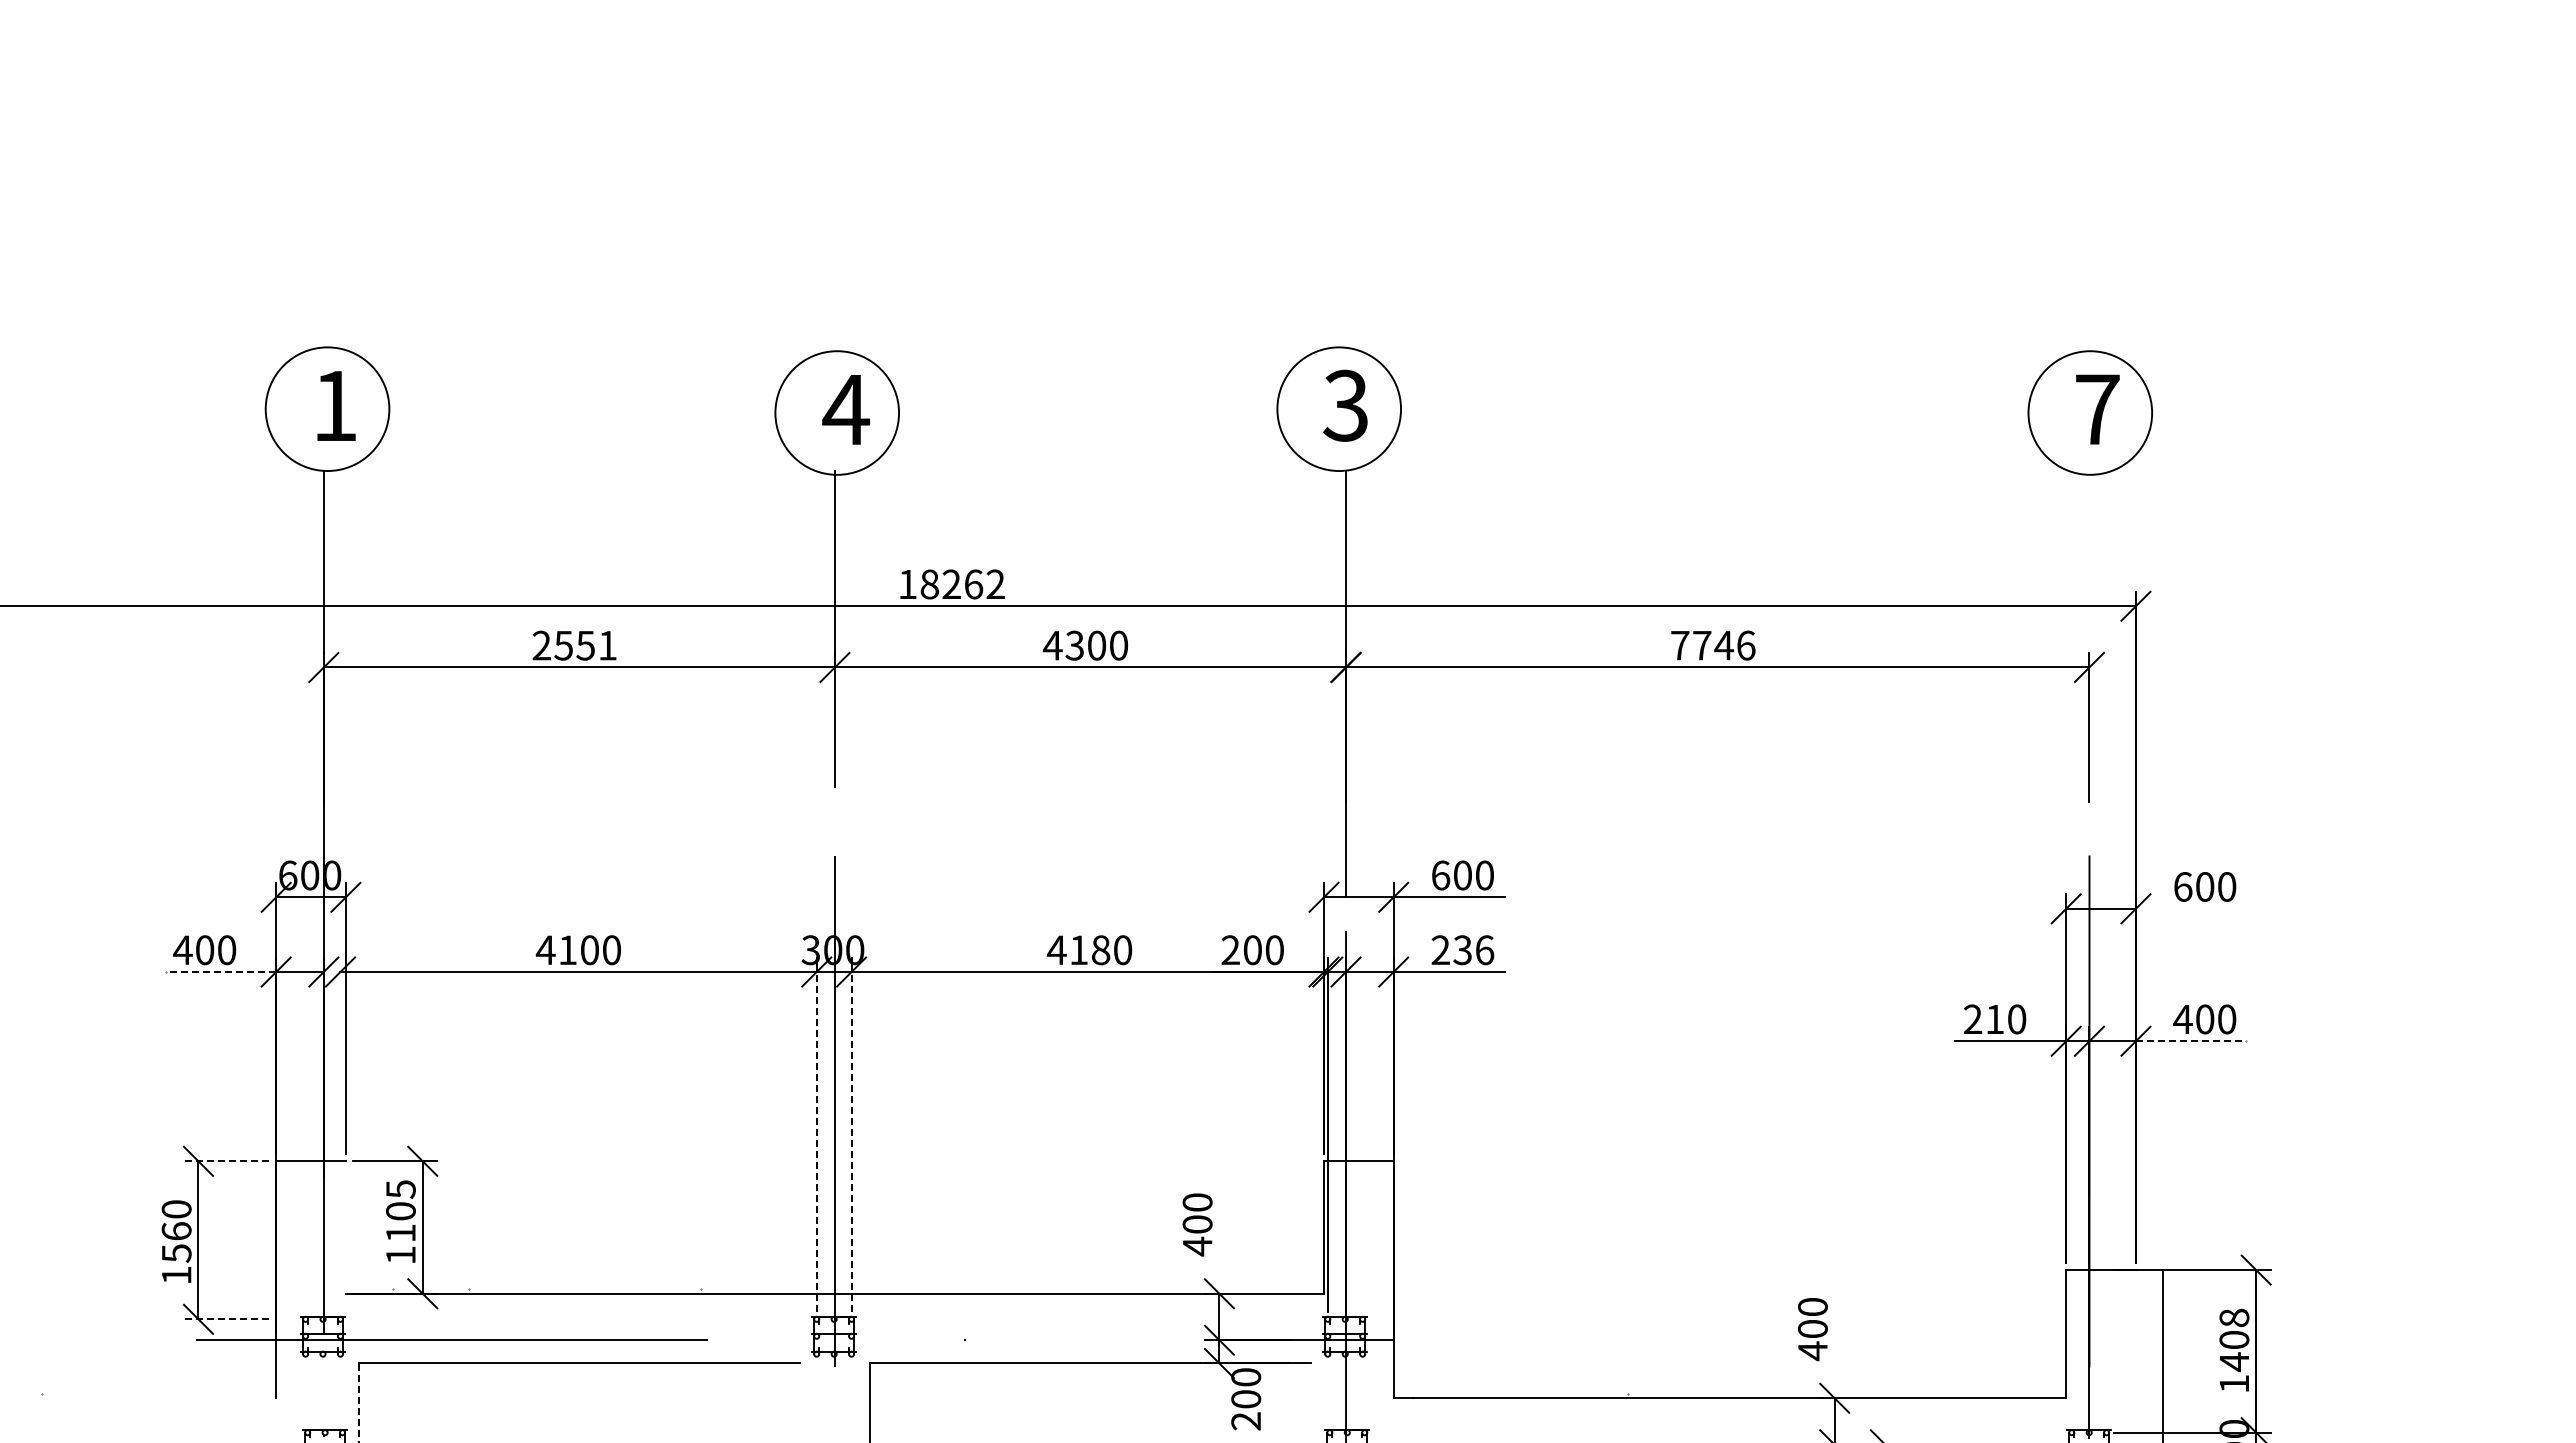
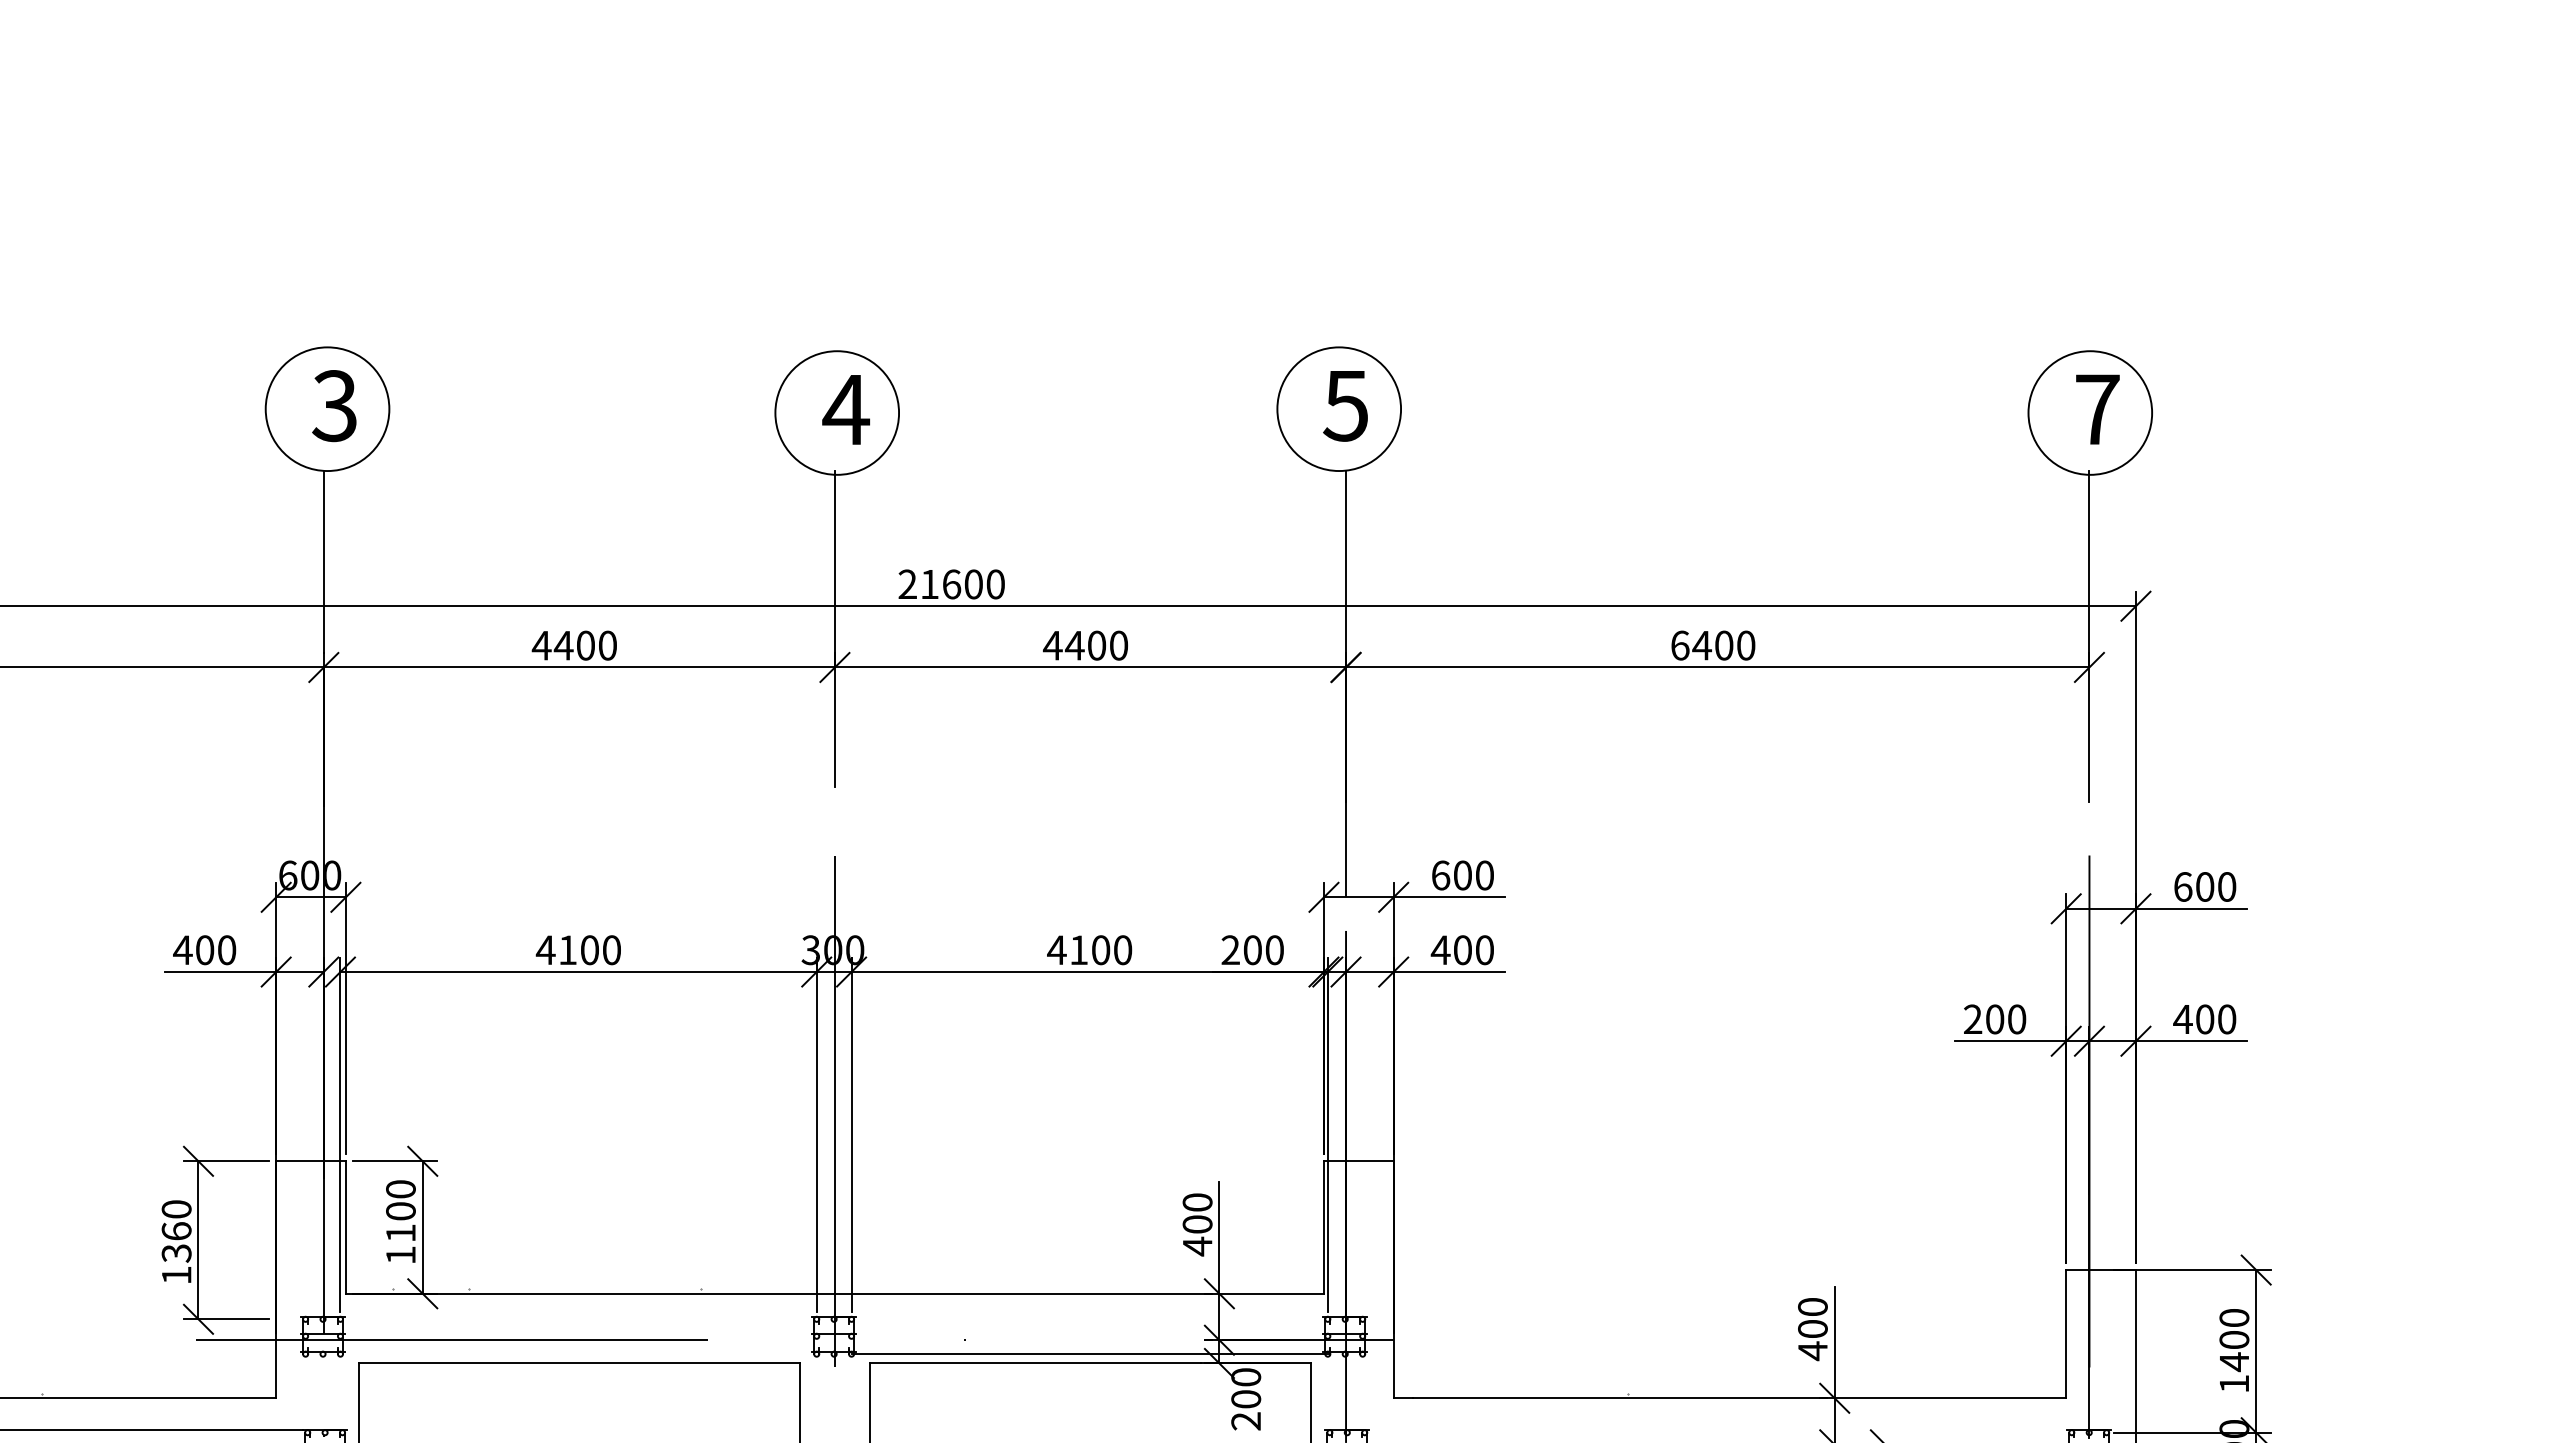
text at (1345, 405): 3 -> 5
text at (334, 406): 1 -> 3
line at (2089, 569): none -> present
text at (951, 584): 18262 -> 21600
text at (573, 645): 2551 -> 4400
text at (1074, 645): 4300 -> 4400
text at (1713, 645): 7746 -> 6400
line at (162, 667): none -> present
line at (2191, 908): none -> present
text at (1101, 949): 4180 -> 4100
text at (1462, 950): 236 -> 400
line at (220, 972): dashed -> solid
text at (1995, 1019): 210 -> 200
line at (2191, 1041): dashed -> solid
line at (340, 1134): none -> present
line at (816, 1134): dashed -> solid
line at (851, 1134): dashed -> solid
line at (225, 1161): dashed -> solid
text at (400, 1189): 1105 -> 1100
line at (345, 1227): none -> present
line at (1219, 1237): none -> present
text at (176, 1253): 1560 -> 1360
text at (2234, 1317): 1408 -> 1400
line at (225, 1319): dashed -> solid
line at (1834, 1342): none -> present
line at (1090, 1354): none -> present
line at (2162, 1354) position: (2162, 1354) -> (2135, 1354)
line at (139, 1398): none -> present
line at (800, 1401): none -> present
line at (1311, 1401): none -> present
line at (358, 1402): dashed -> solid
line at (152, 1430): none -> present
